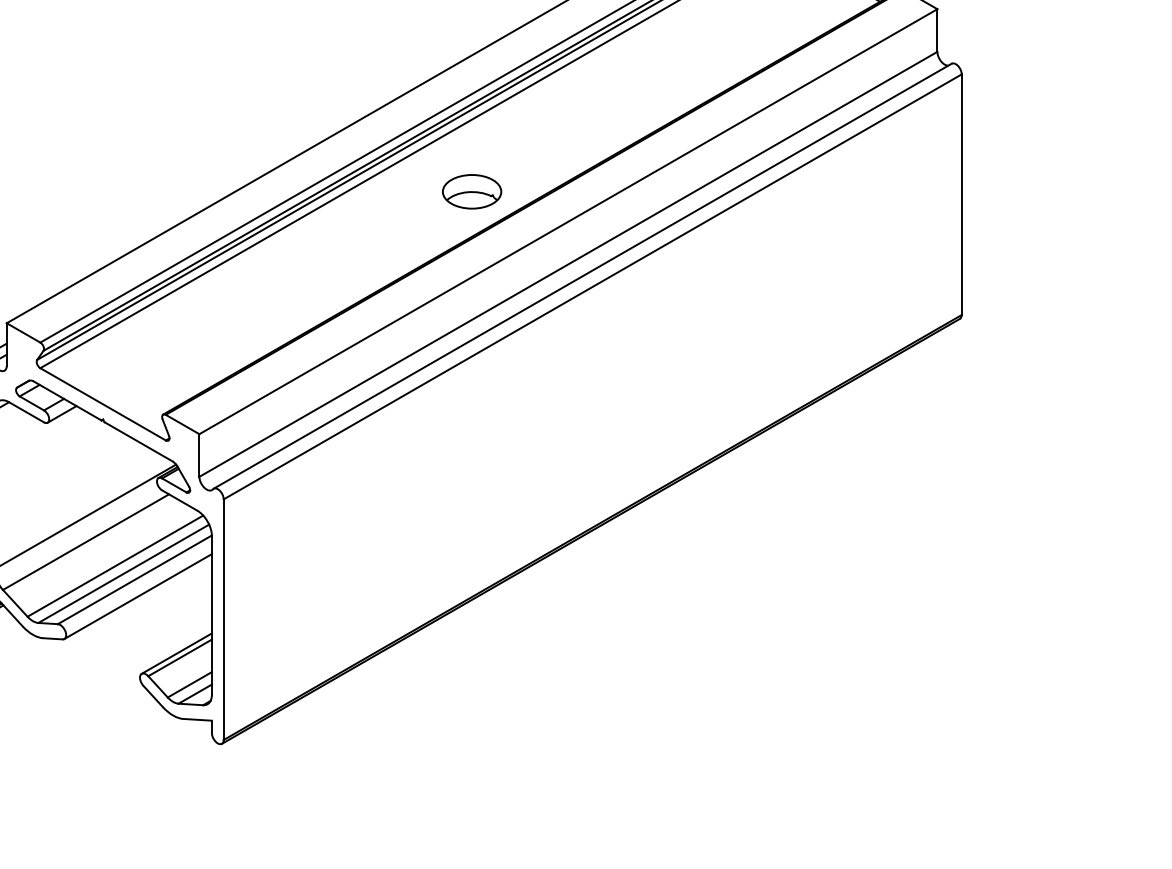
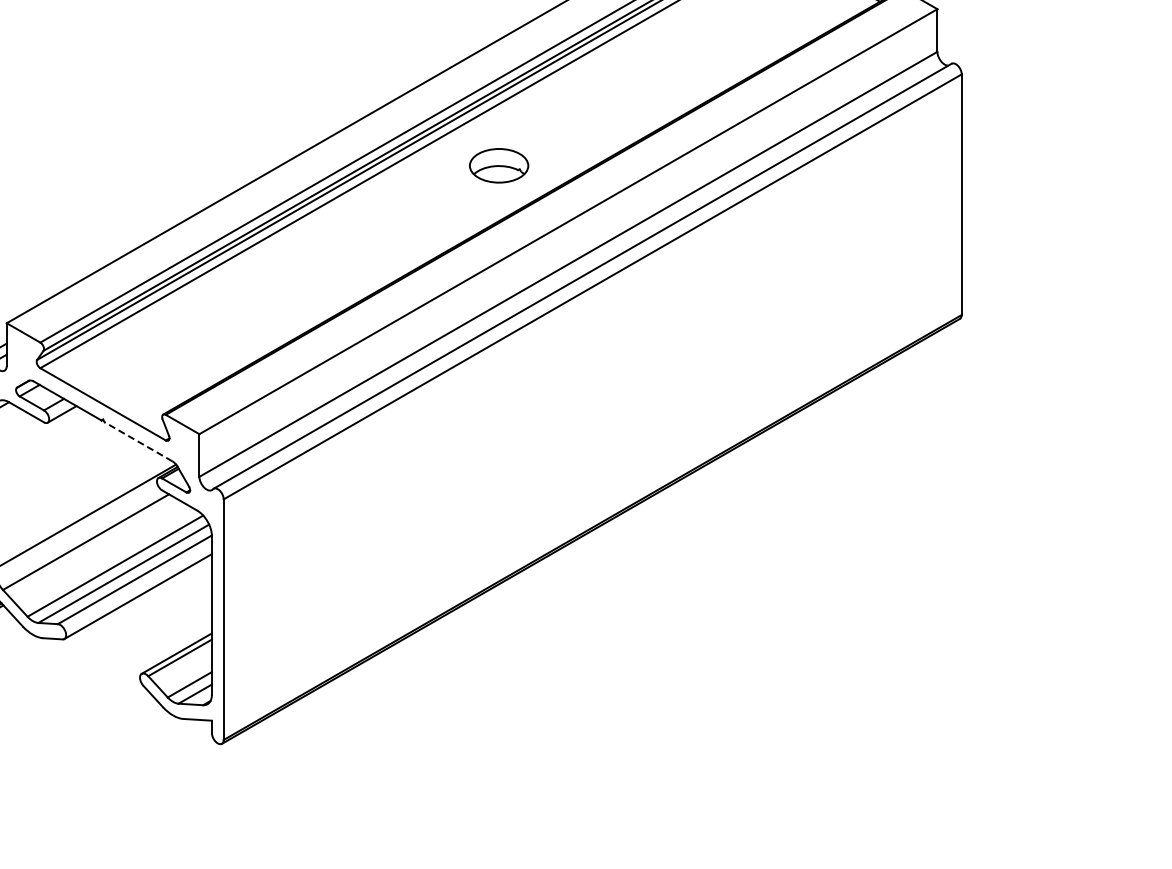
part at (472, 191) position: (472, 191) -> (499, 165)
line at (138, 441): solid -> dashed
